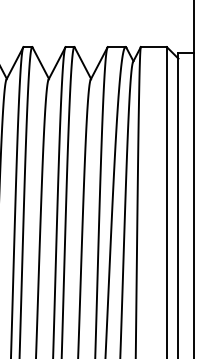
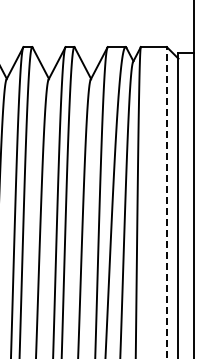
line at (166, 202): solid -> dashed
